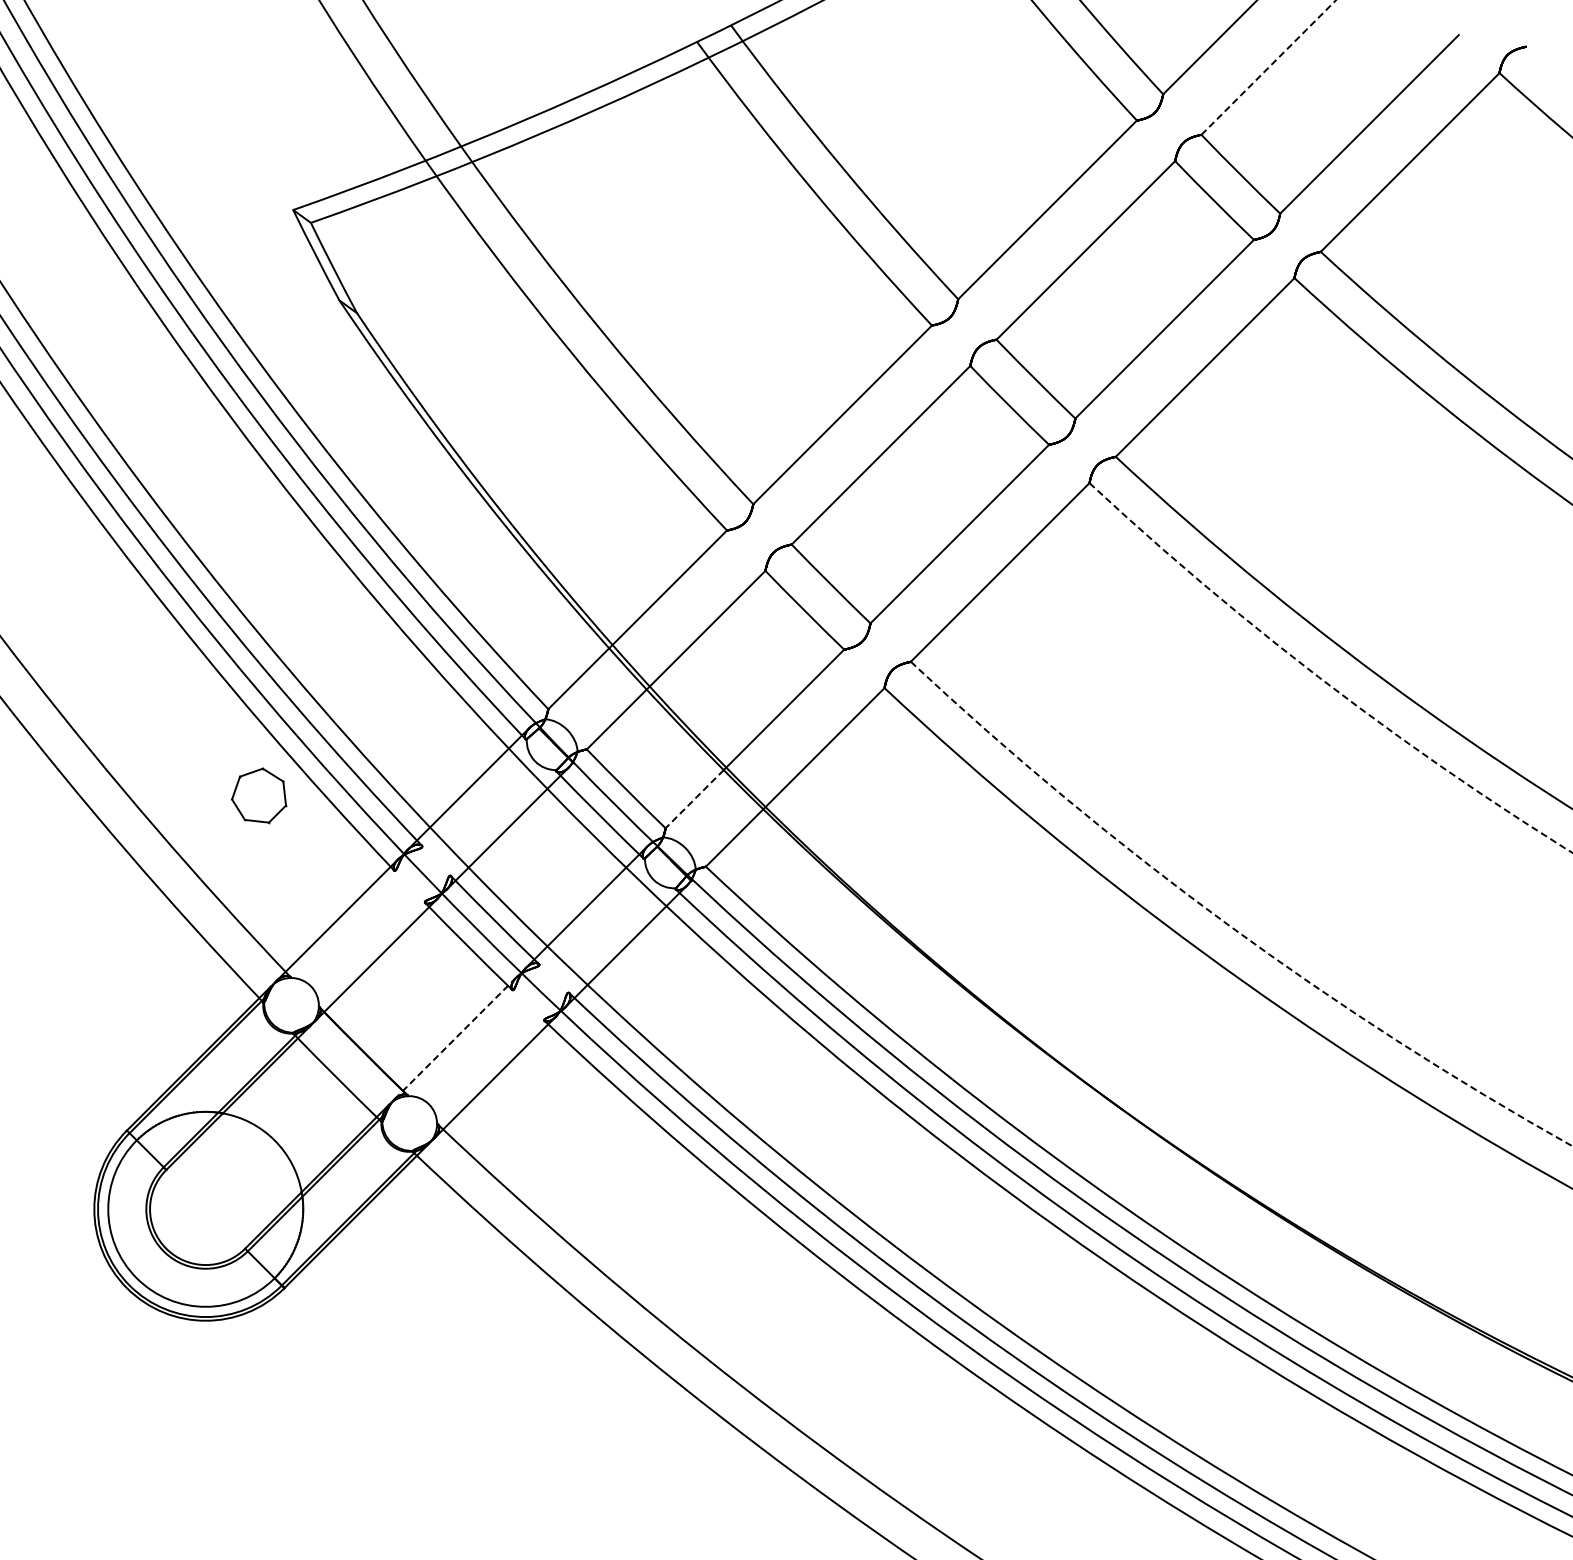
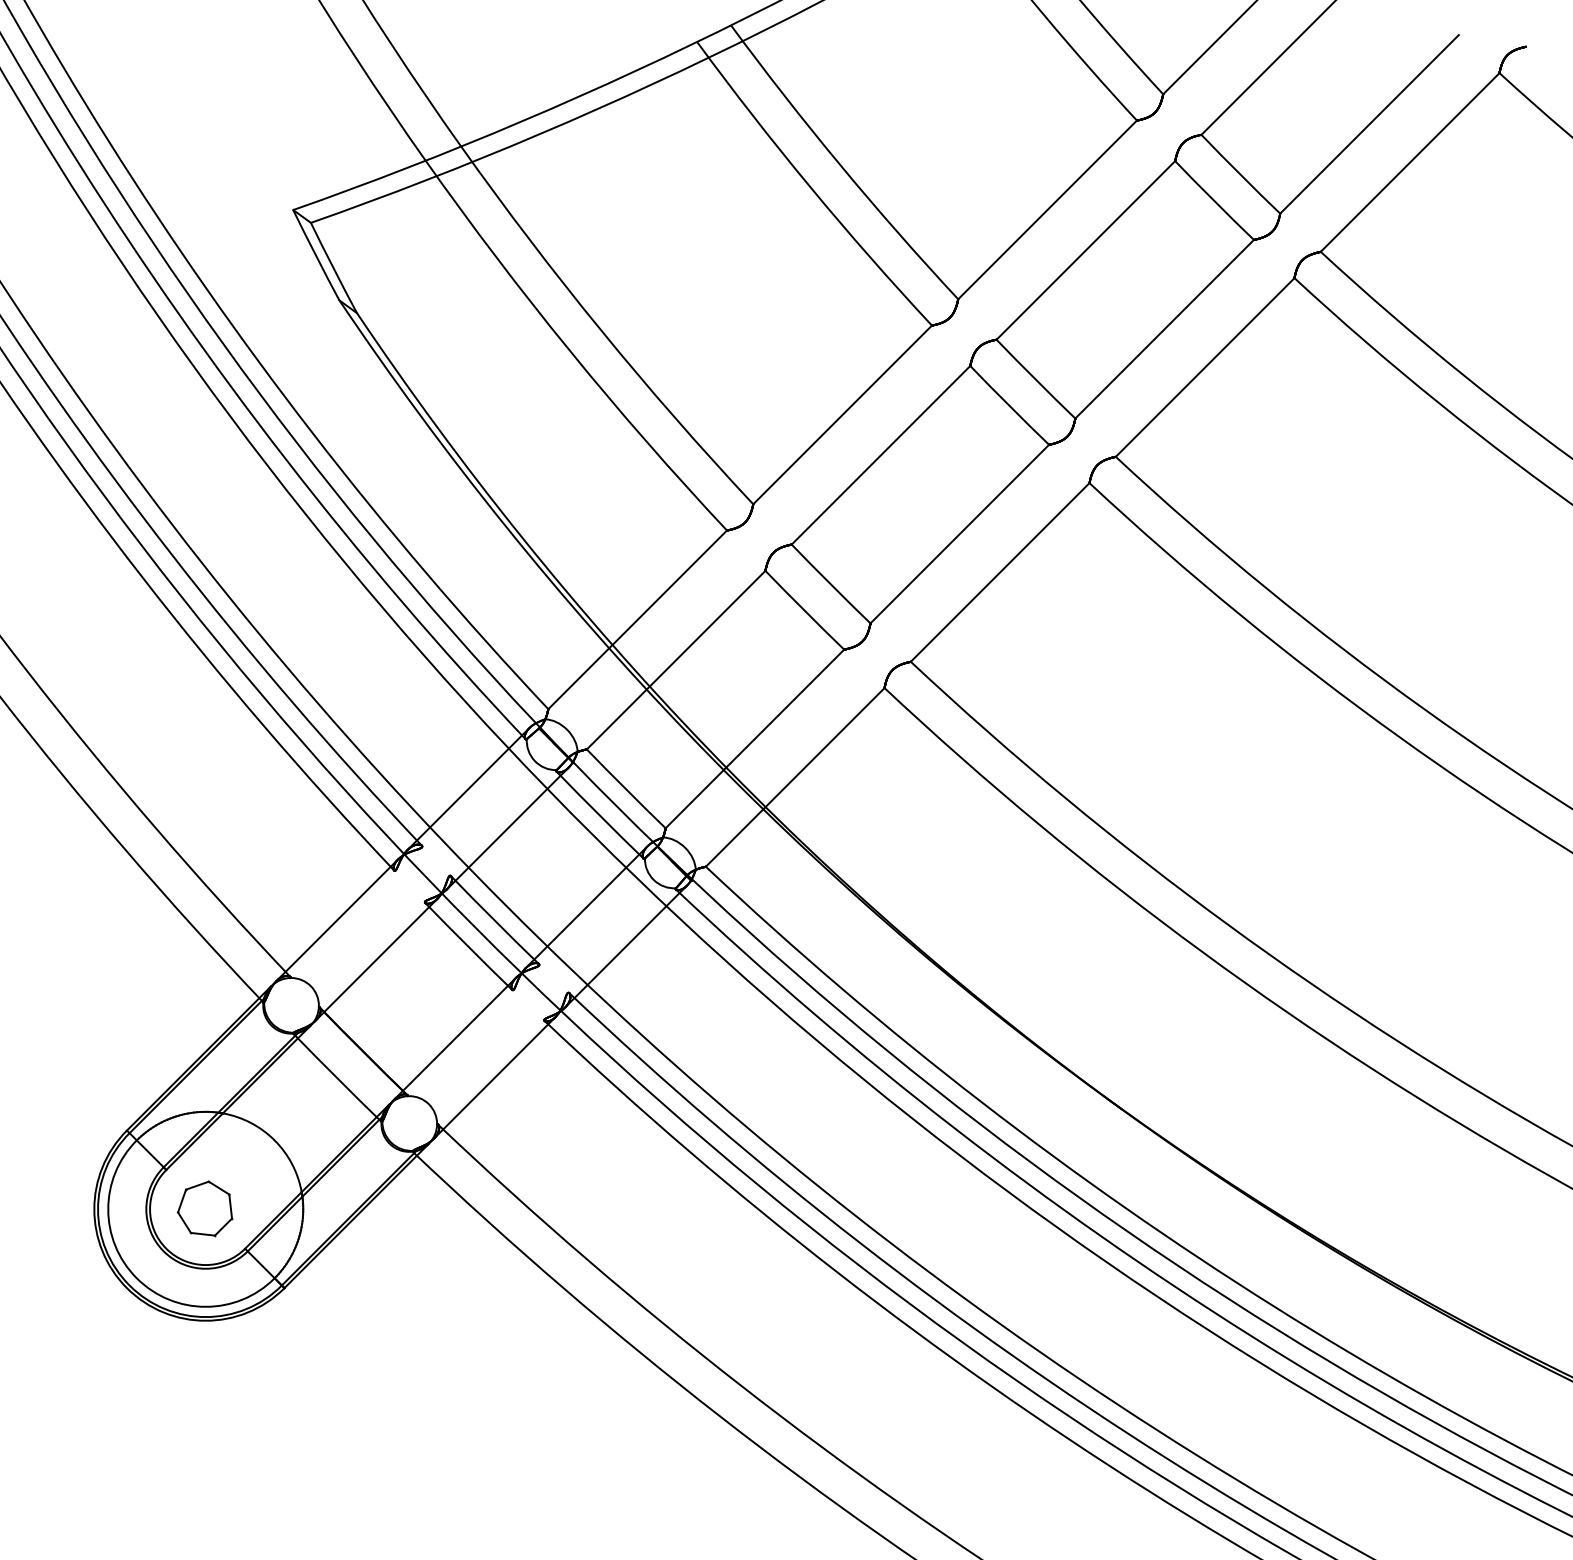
line at (1269, 67): dashed -> solid
arc at (1321, 678): dashed -> solid
part at (259, 795) position: (259, 795) -> (205, 1208)
line at (694, 799): dashed -> solid
arc at (1227, 924): dashed -> solid
line at (454, 1038): dashed -> solid
